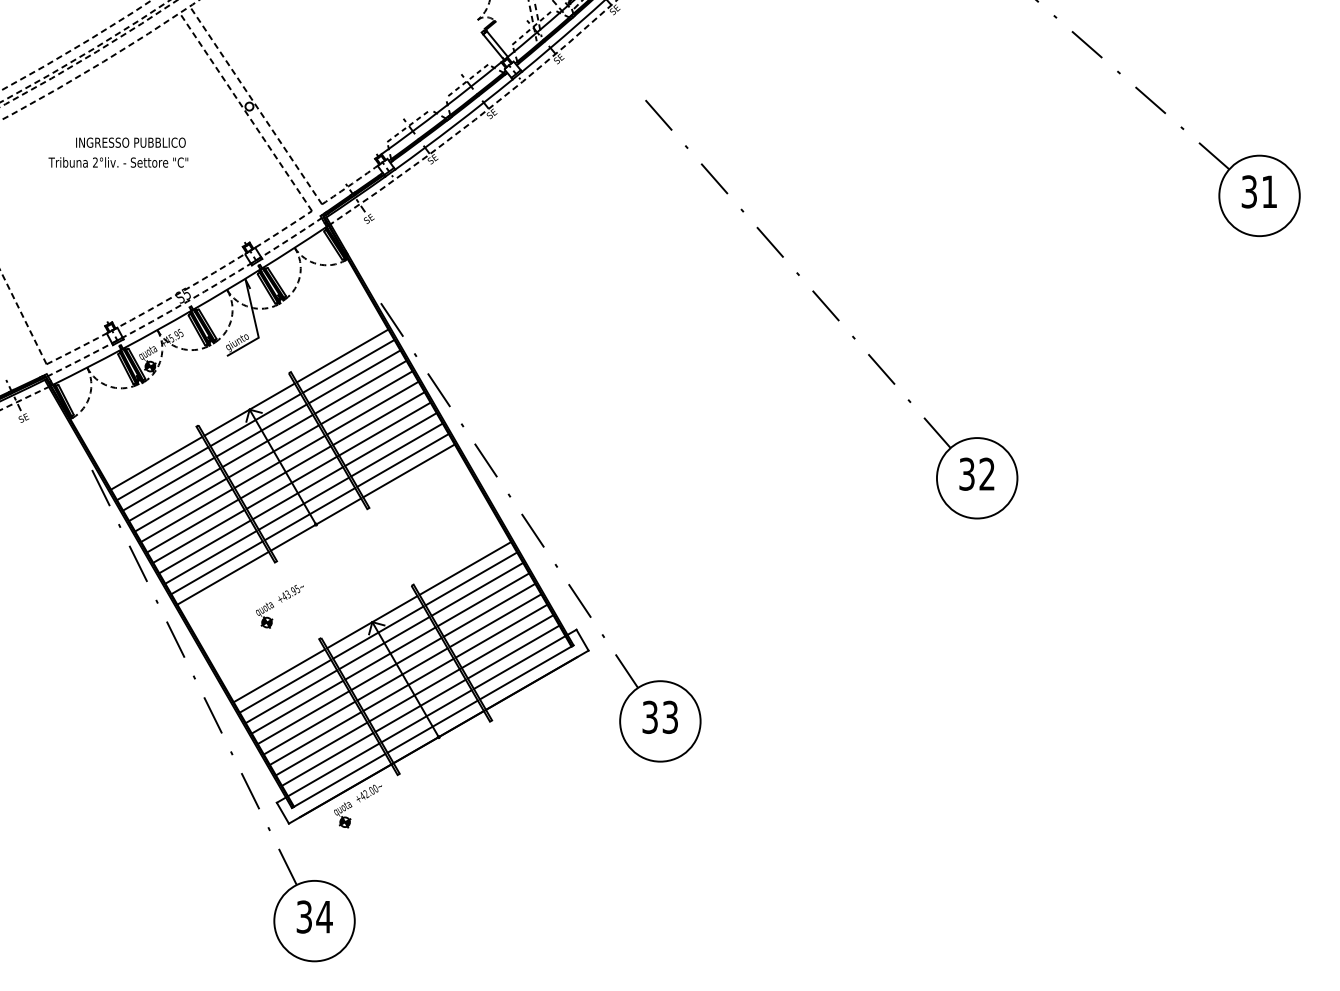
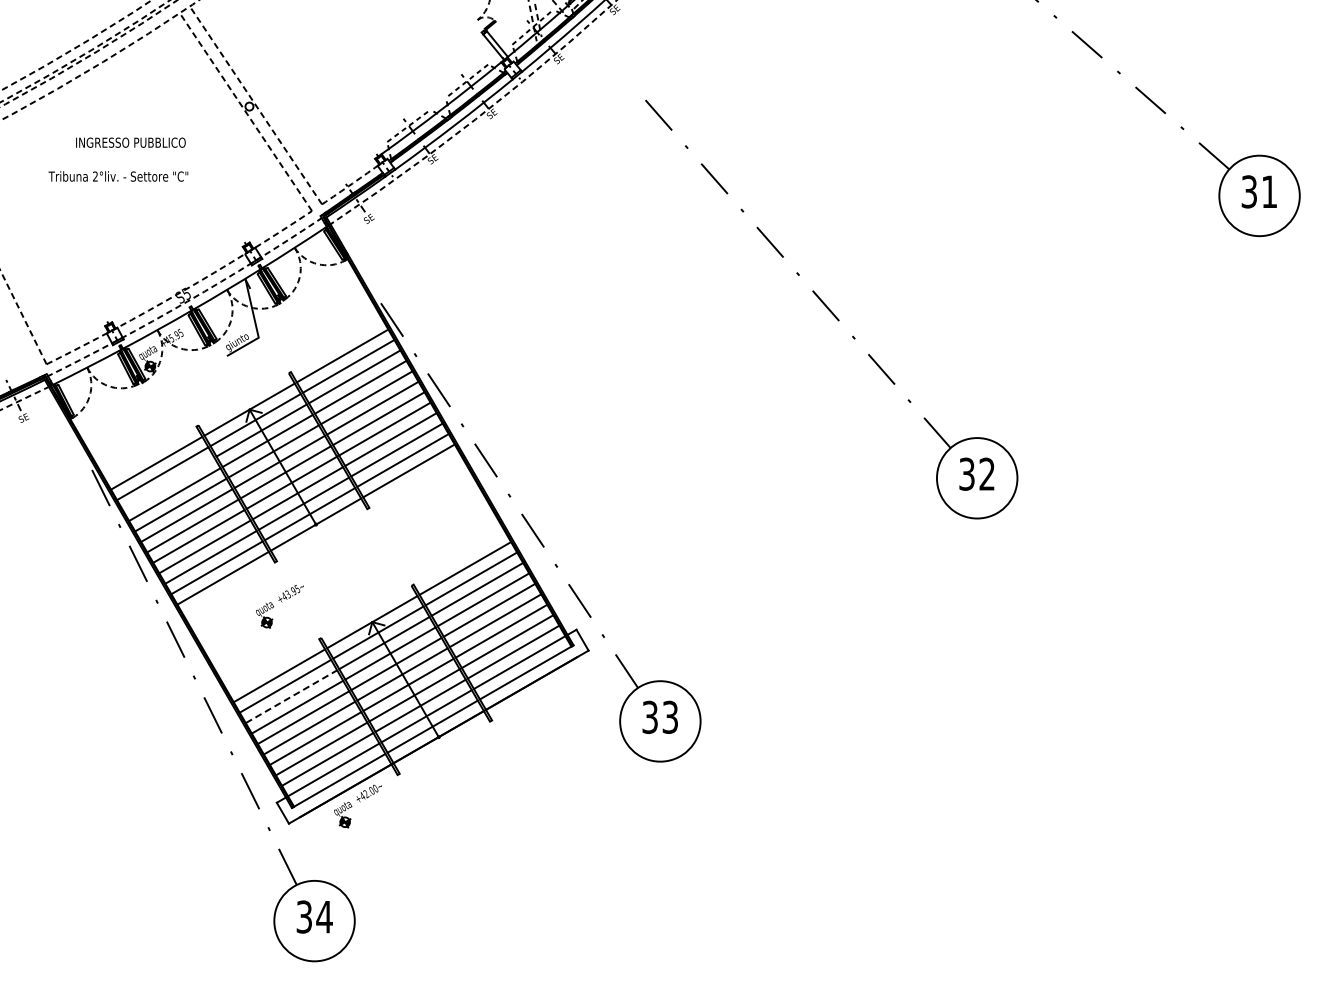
text at (118, 162) position: (118, 162) -> (118, 176)
line at (168, 483): present -> none
line at (291, 696): solid -> dashed
